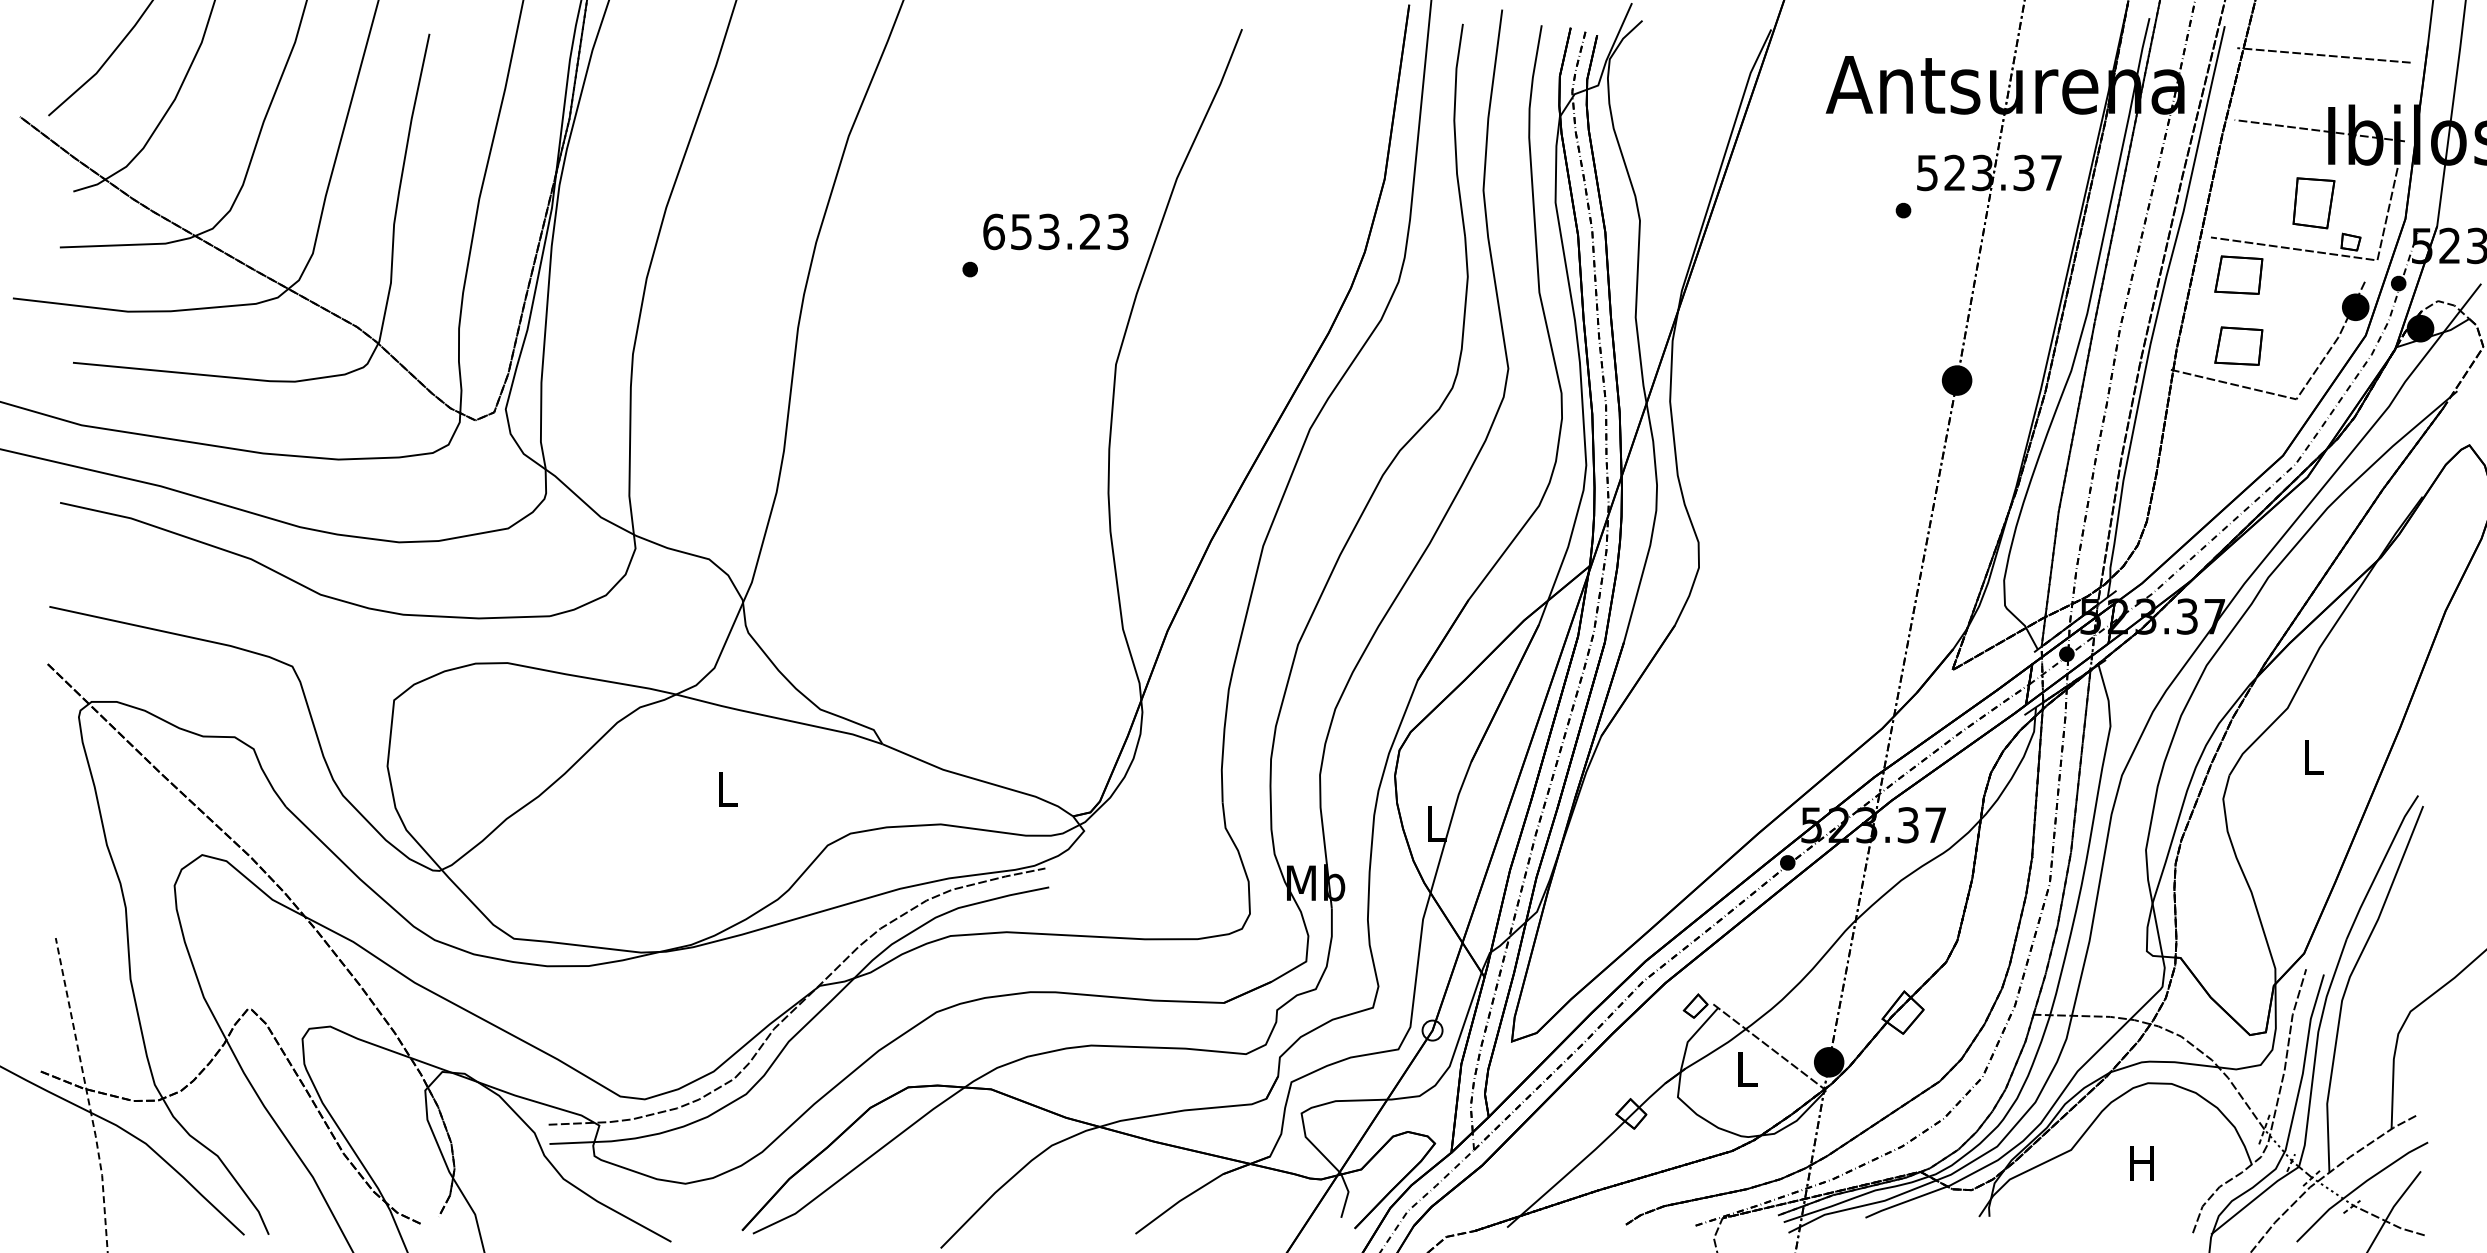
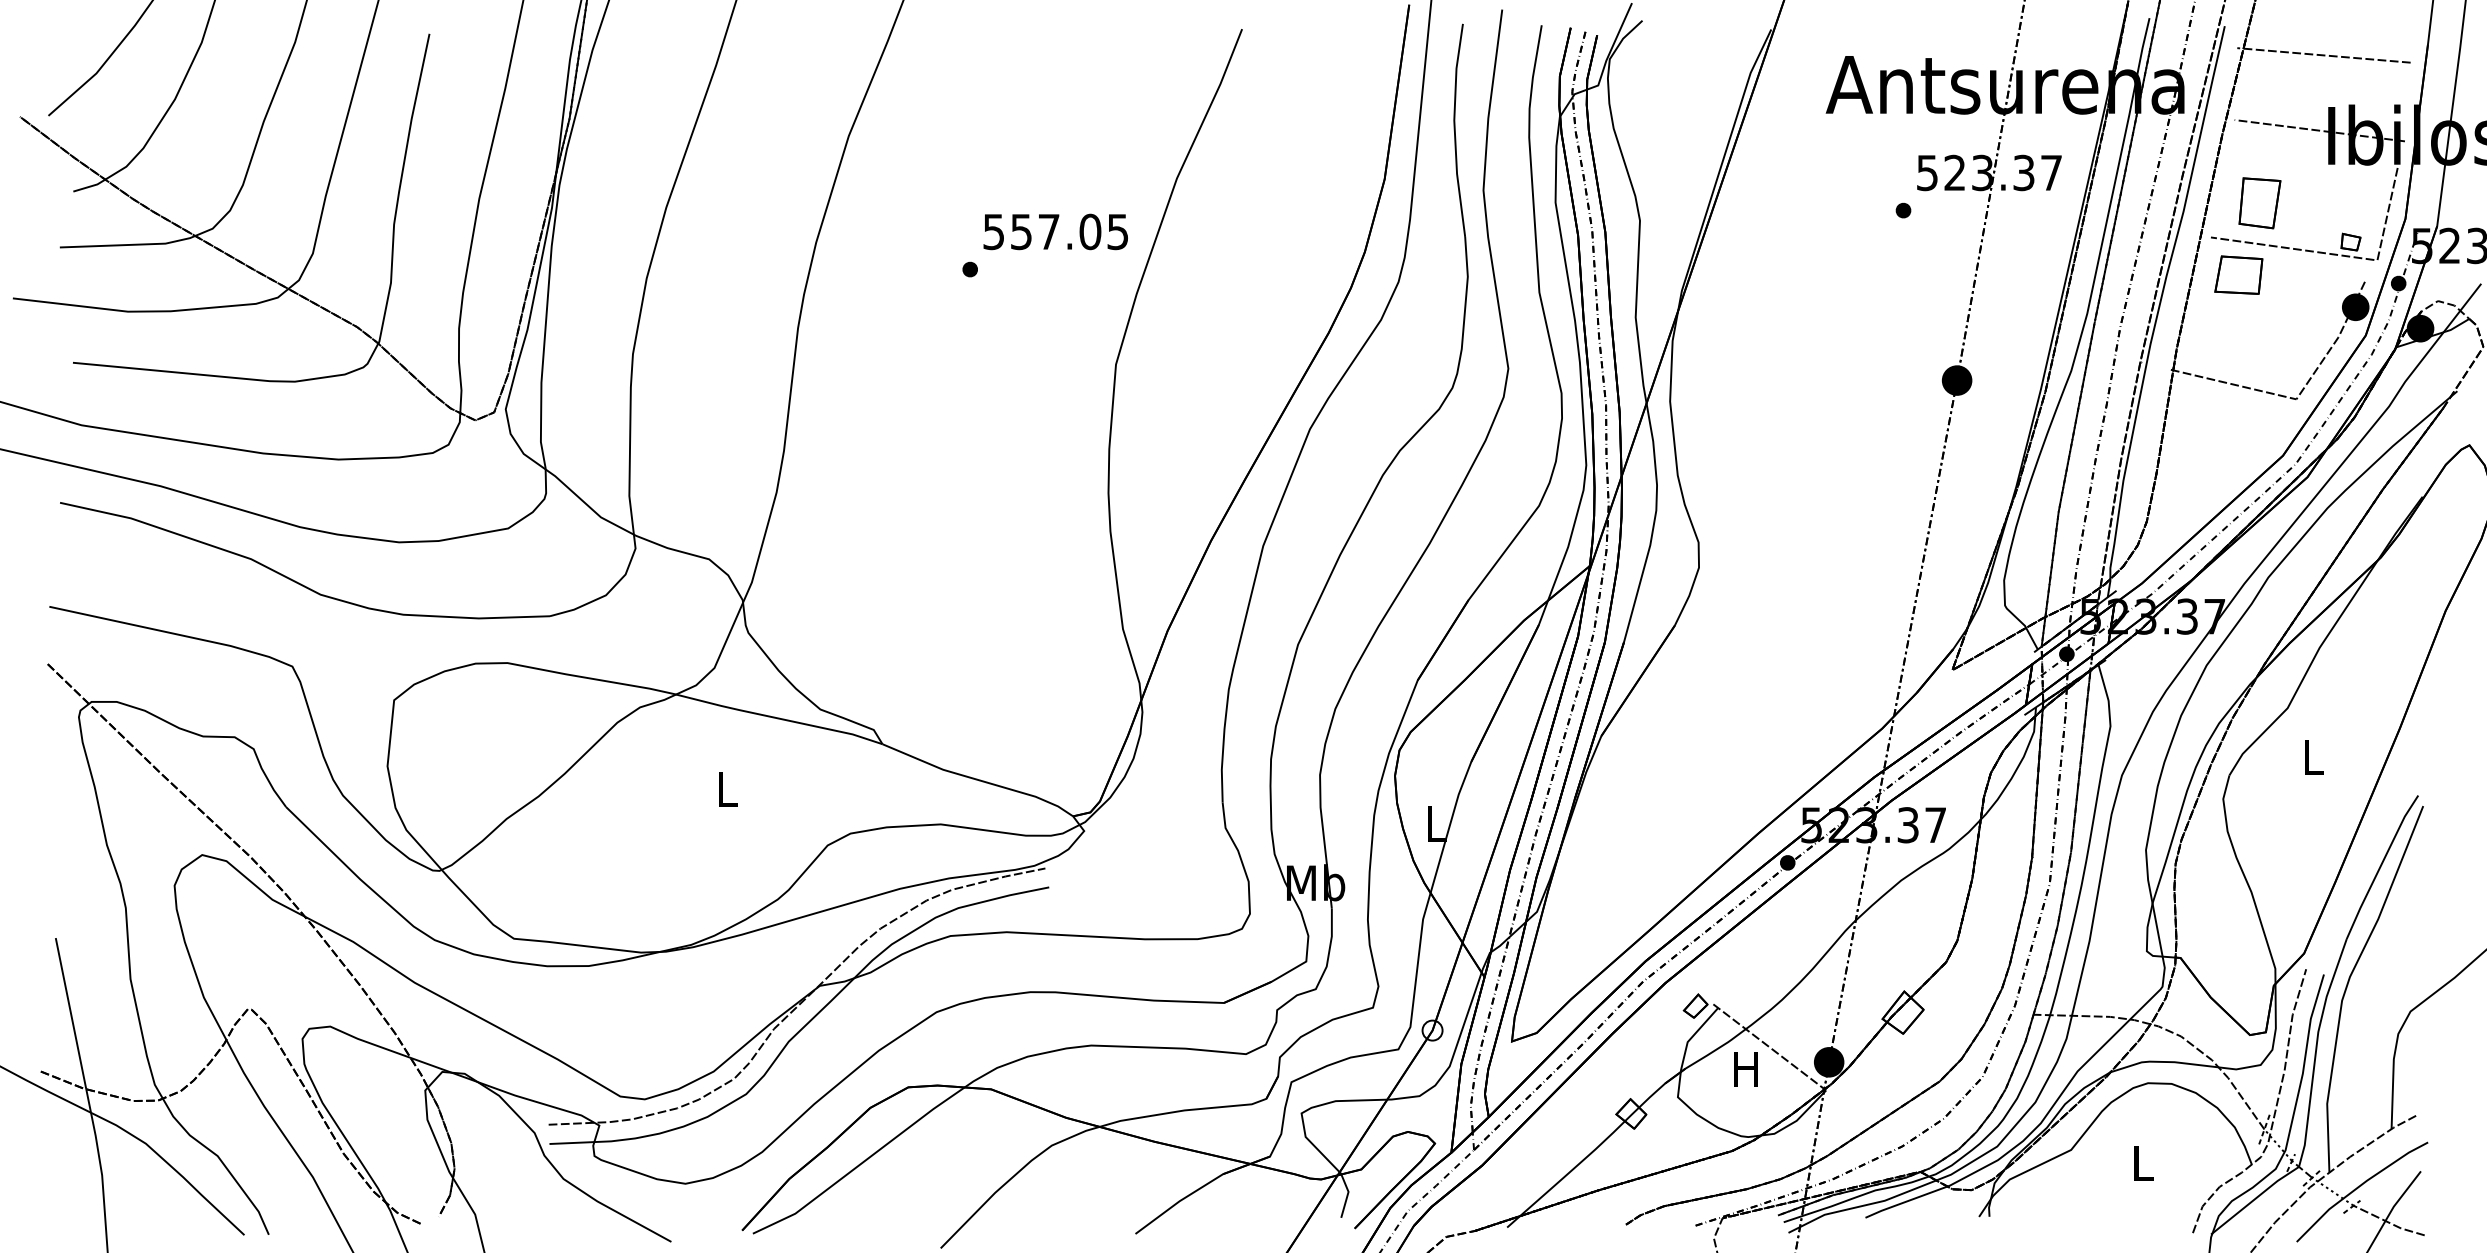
part at (2313, 203) position: (2313, 203) -> (2259, 203)
text at (1055, 231): 653.23 -> 557.05
part at (2238, 345): present -> none
text at (1745, 1069): L -> H
line at (87, 1095): dashed -> solid
text at (2141, 1163): H -> L
